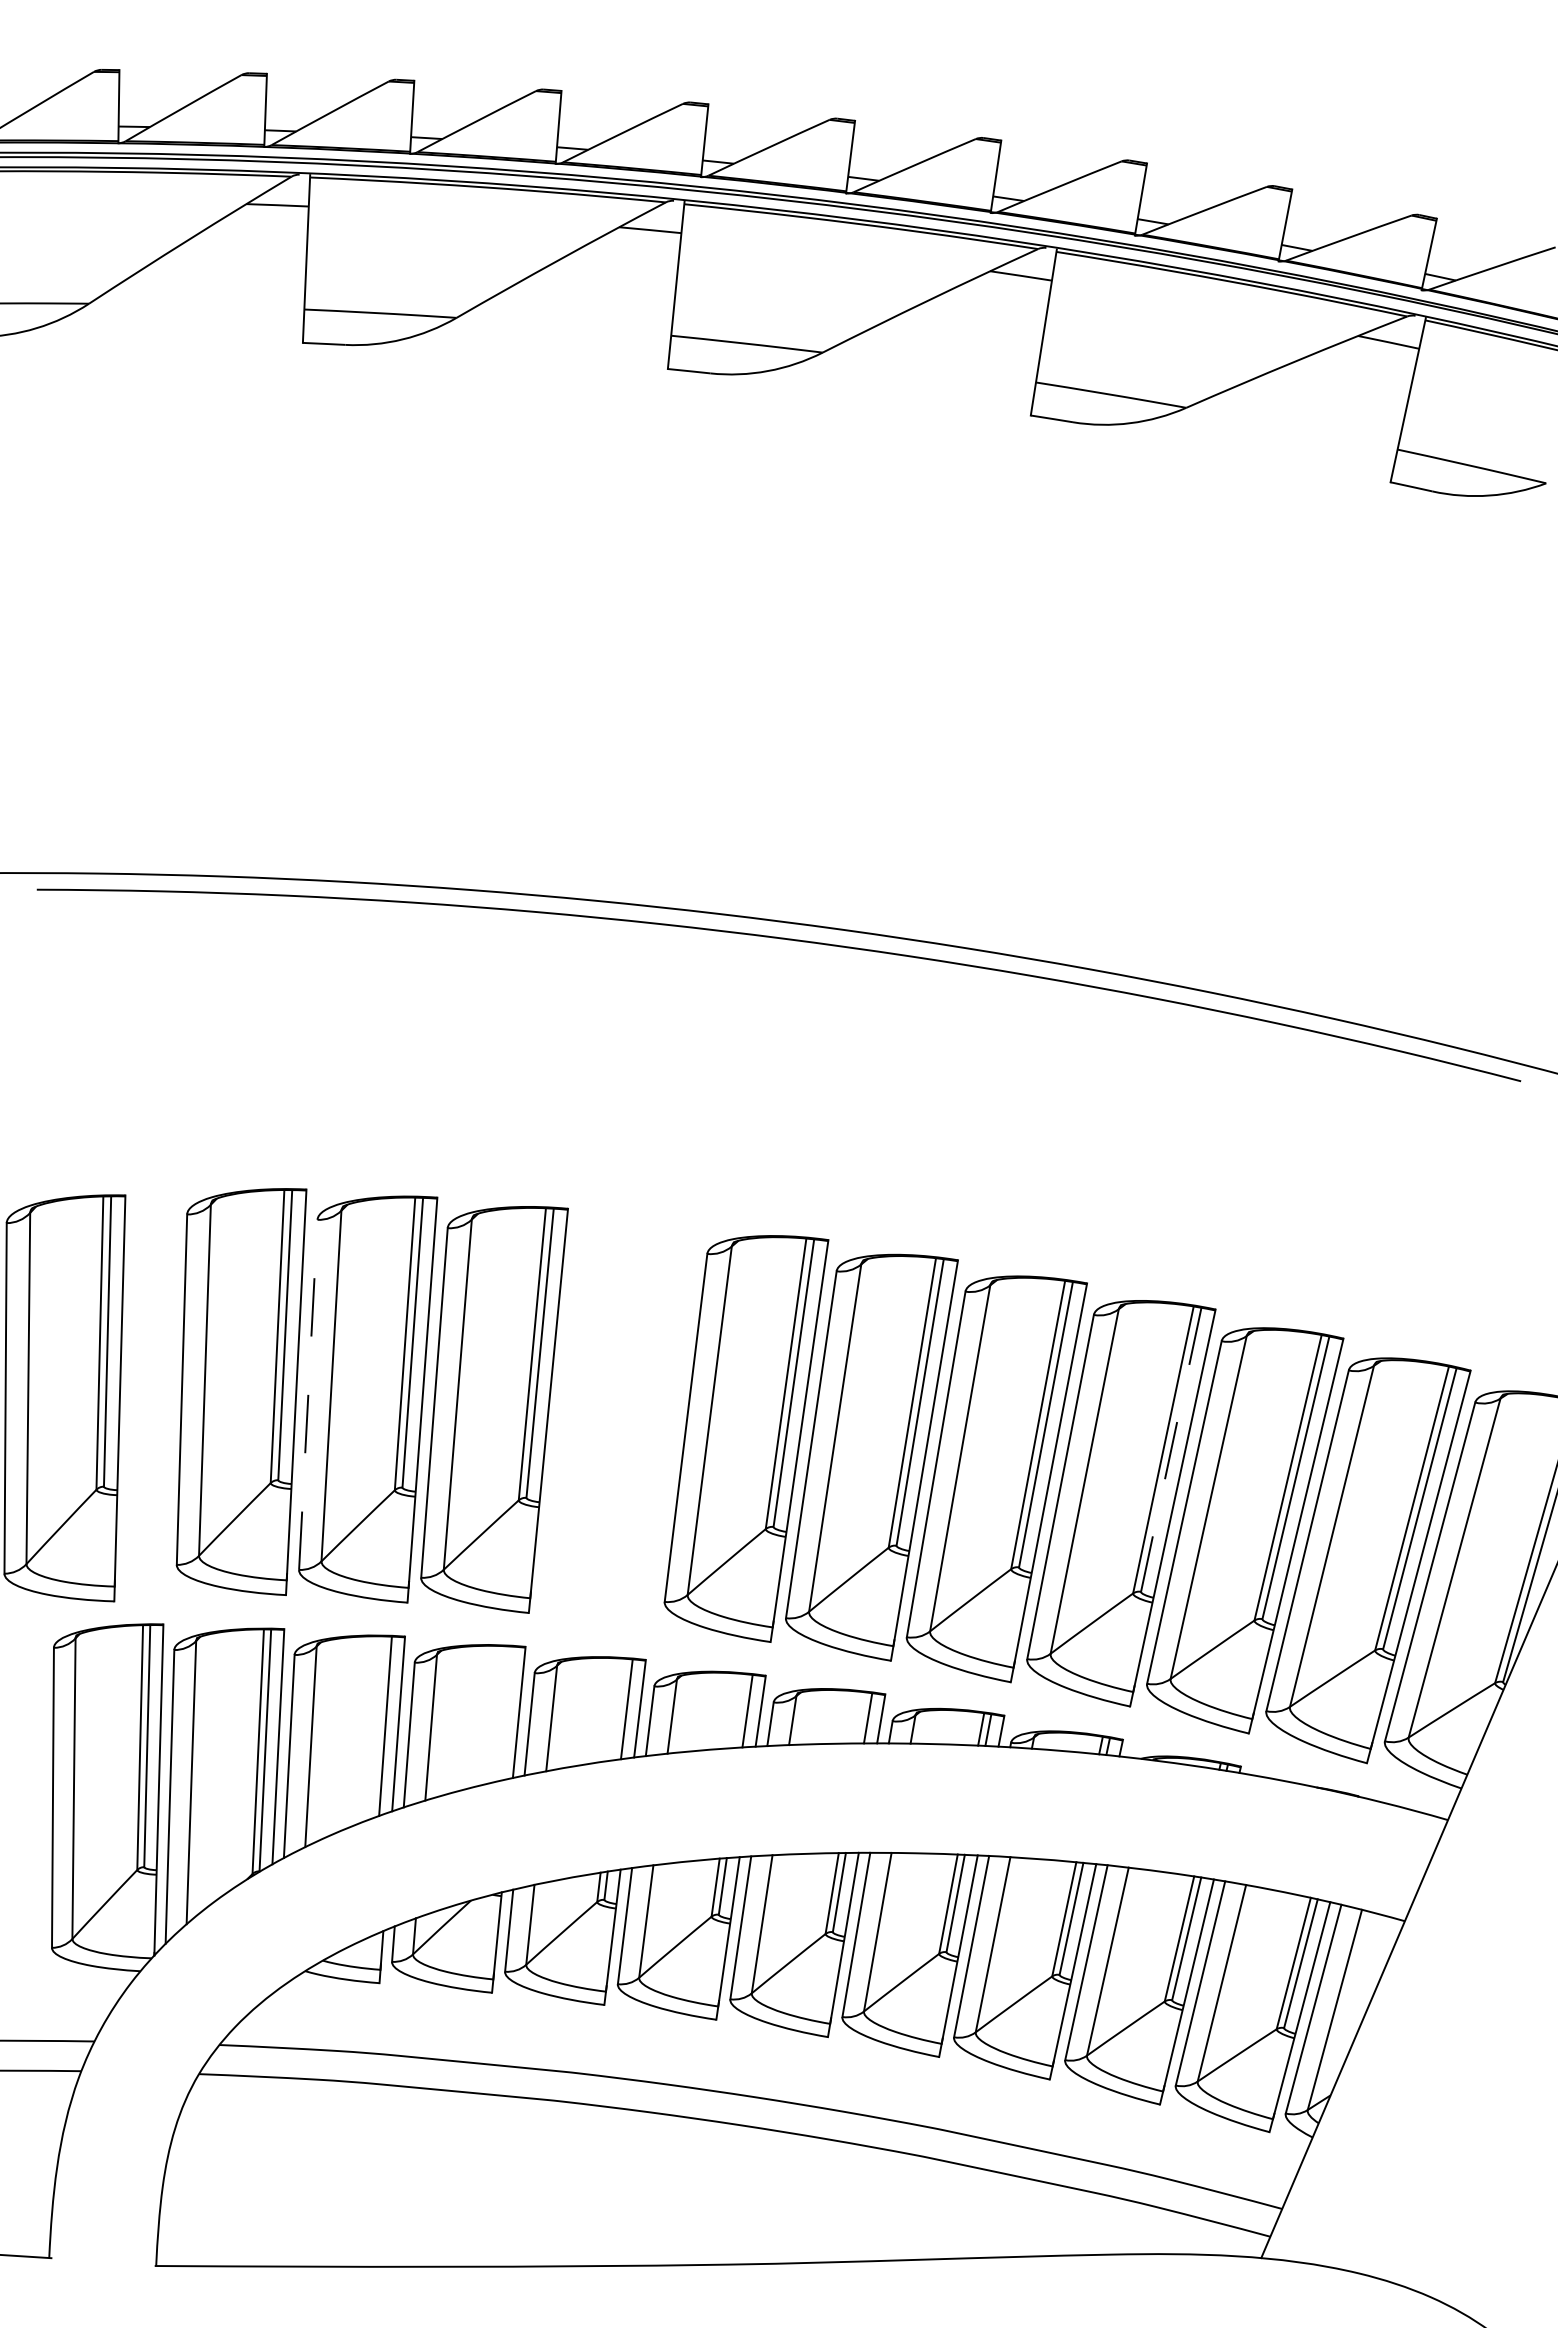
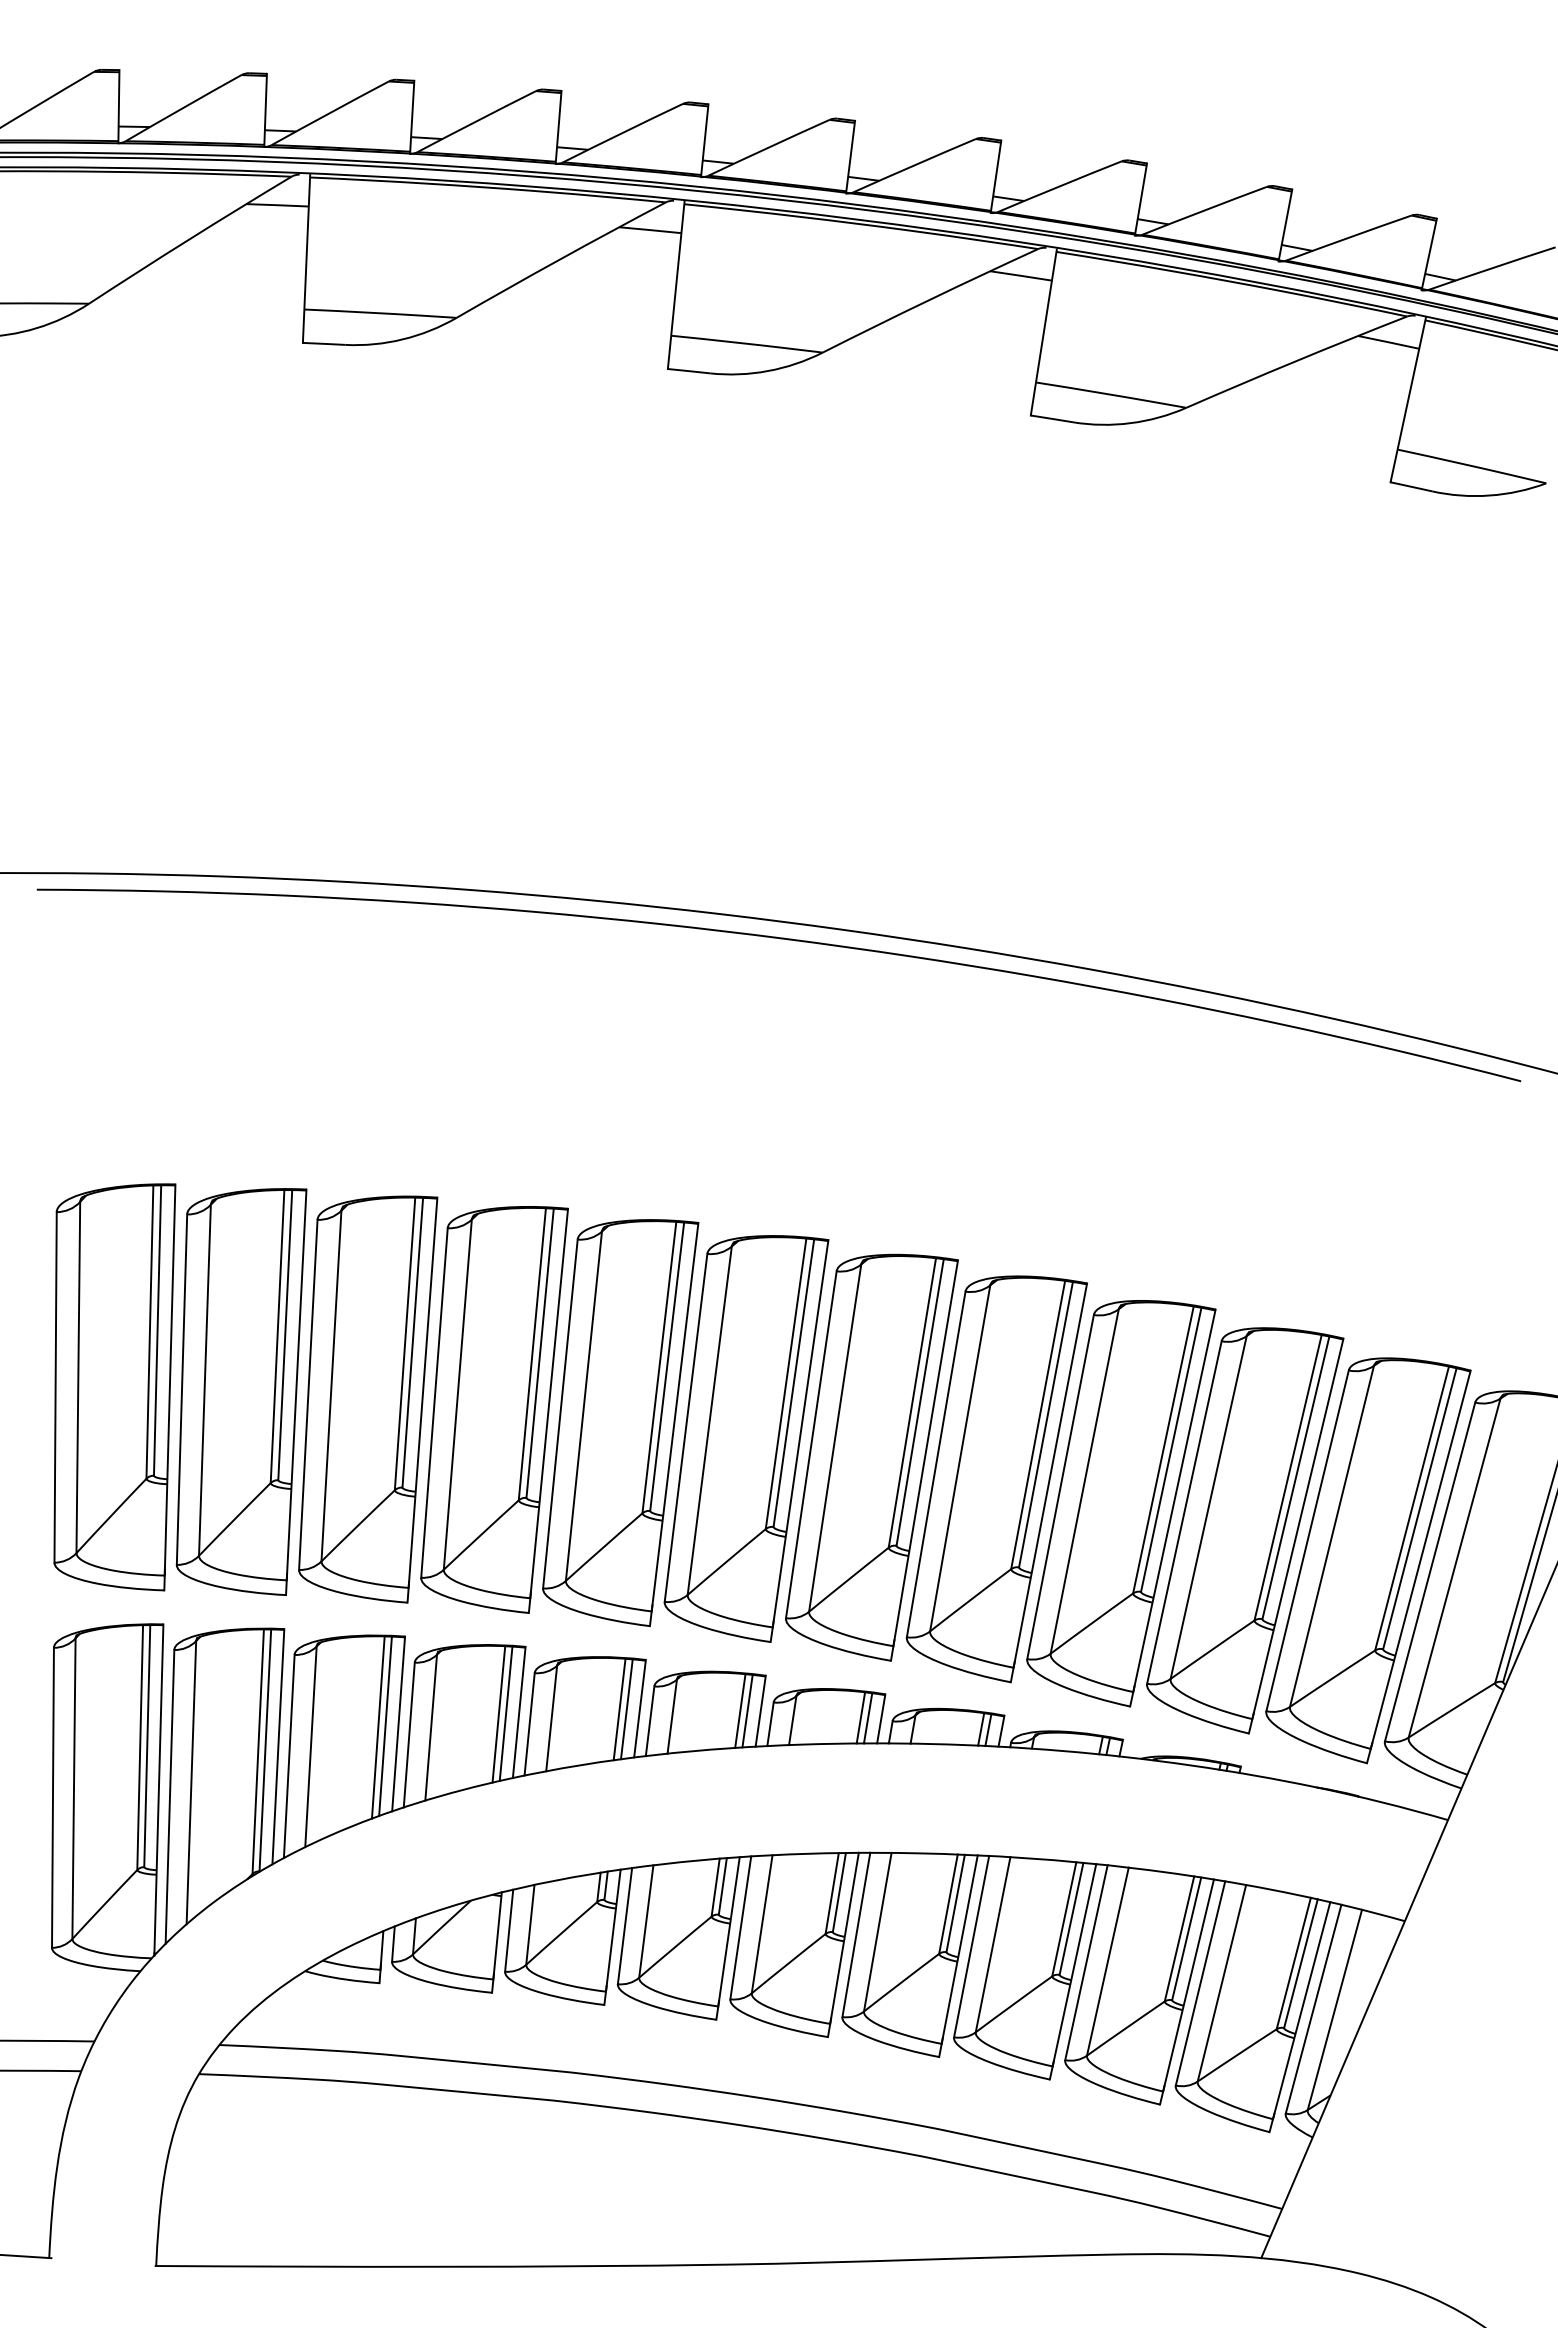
line at (308, 1394): dashed -> solid
part at (64, 1398) position: (64, 1398) -> (114, 1387)
part at (620, 1423): none -> present
line at (1171, 1450): dashed -> solid
line at (619, 1709): none -> present
line at (740, 1710): none -> present
line at (505, 1713): none -> present
line at (498, 1714): none -> present
line at (860, 1717): none -> present
line at (377, 1727): none -> present
